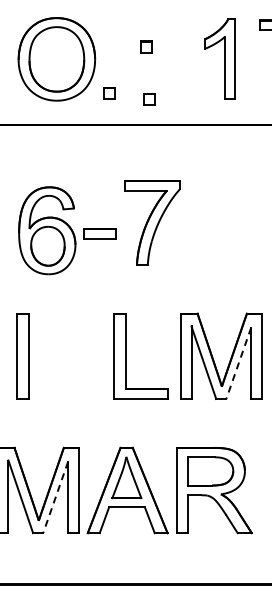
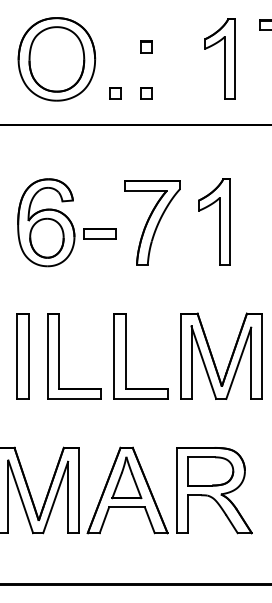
part at (109, 93) position: (109, 93) -> (115, 93)
part at (149, 99) position: (149, 99) -> (146, 93)
part at (214, 221): none -> present
part at (47, 230) position: (47, 230) -> (46, 222)
part at (59, 356): none -> present
line at (238, 363): dashed -> solid
line at (55, 497): dashed -> solid
